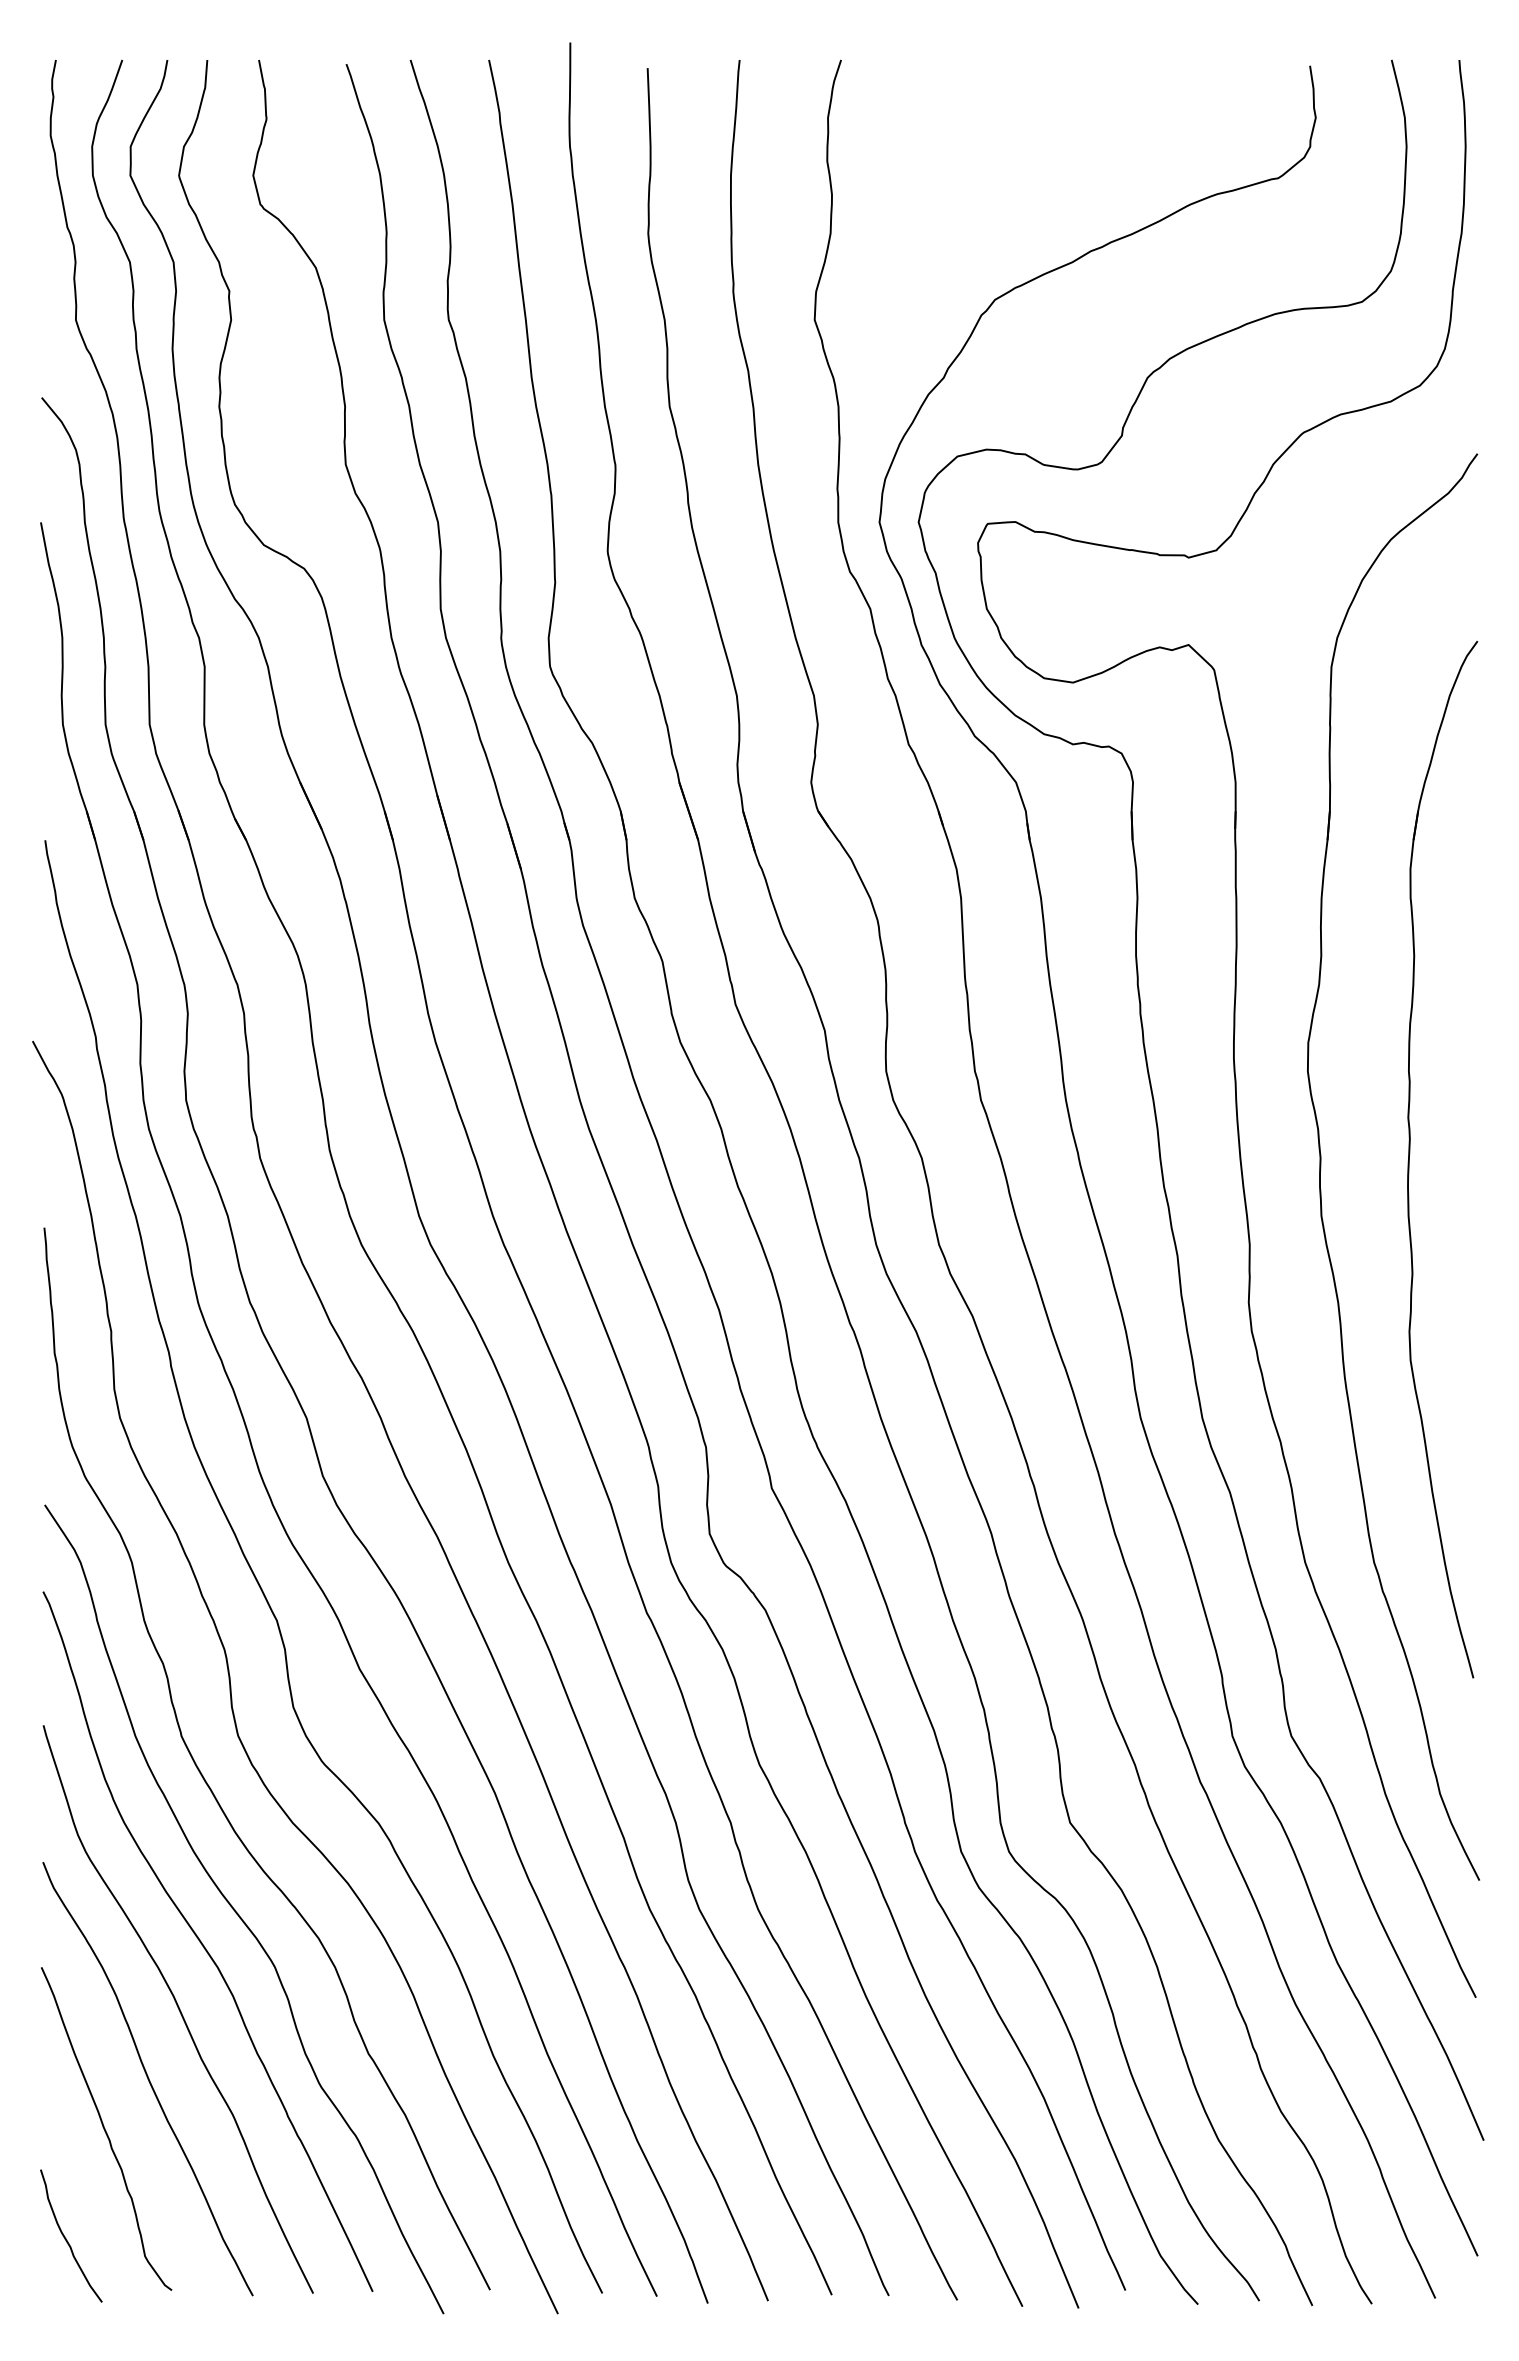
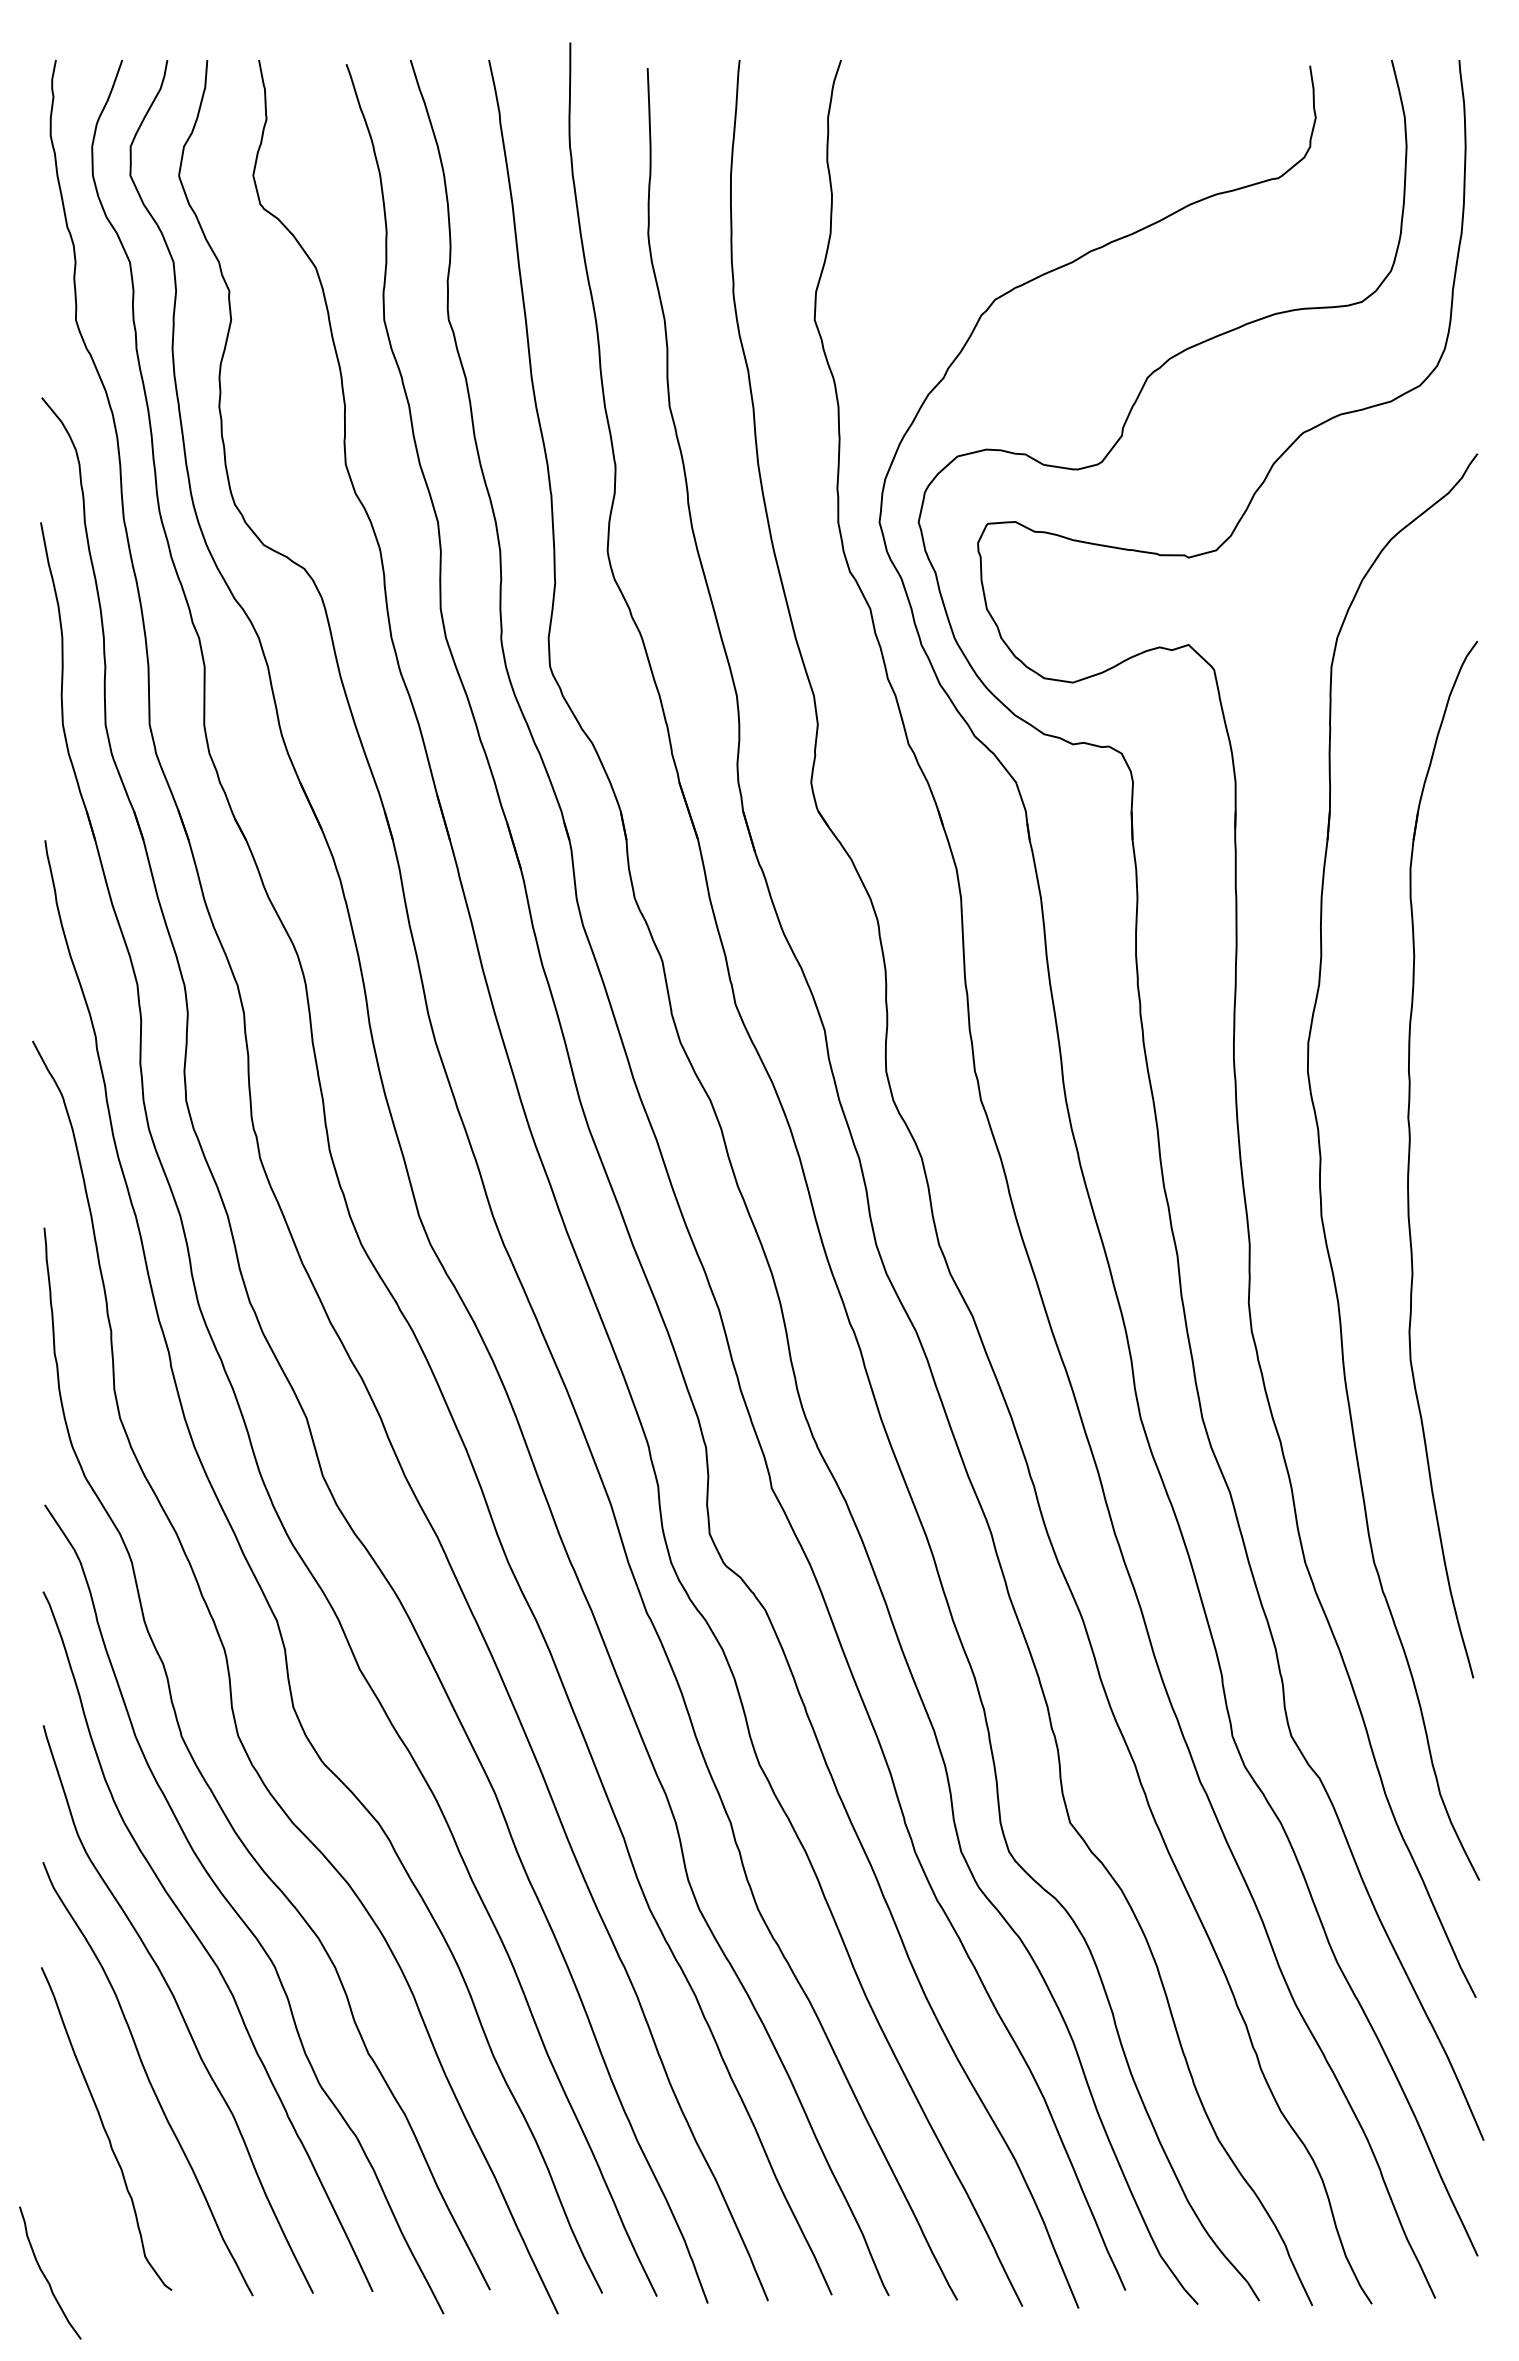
curve at (66, 2238) position: (66, 2238) -> (45, 2275)
